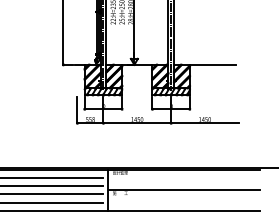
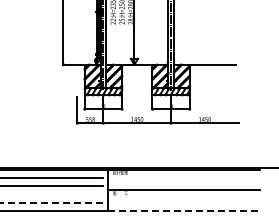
line at (52, 194): present -> none
line at (51, 202): solid -> dashed
line at (184, 210): solid -> dashed
